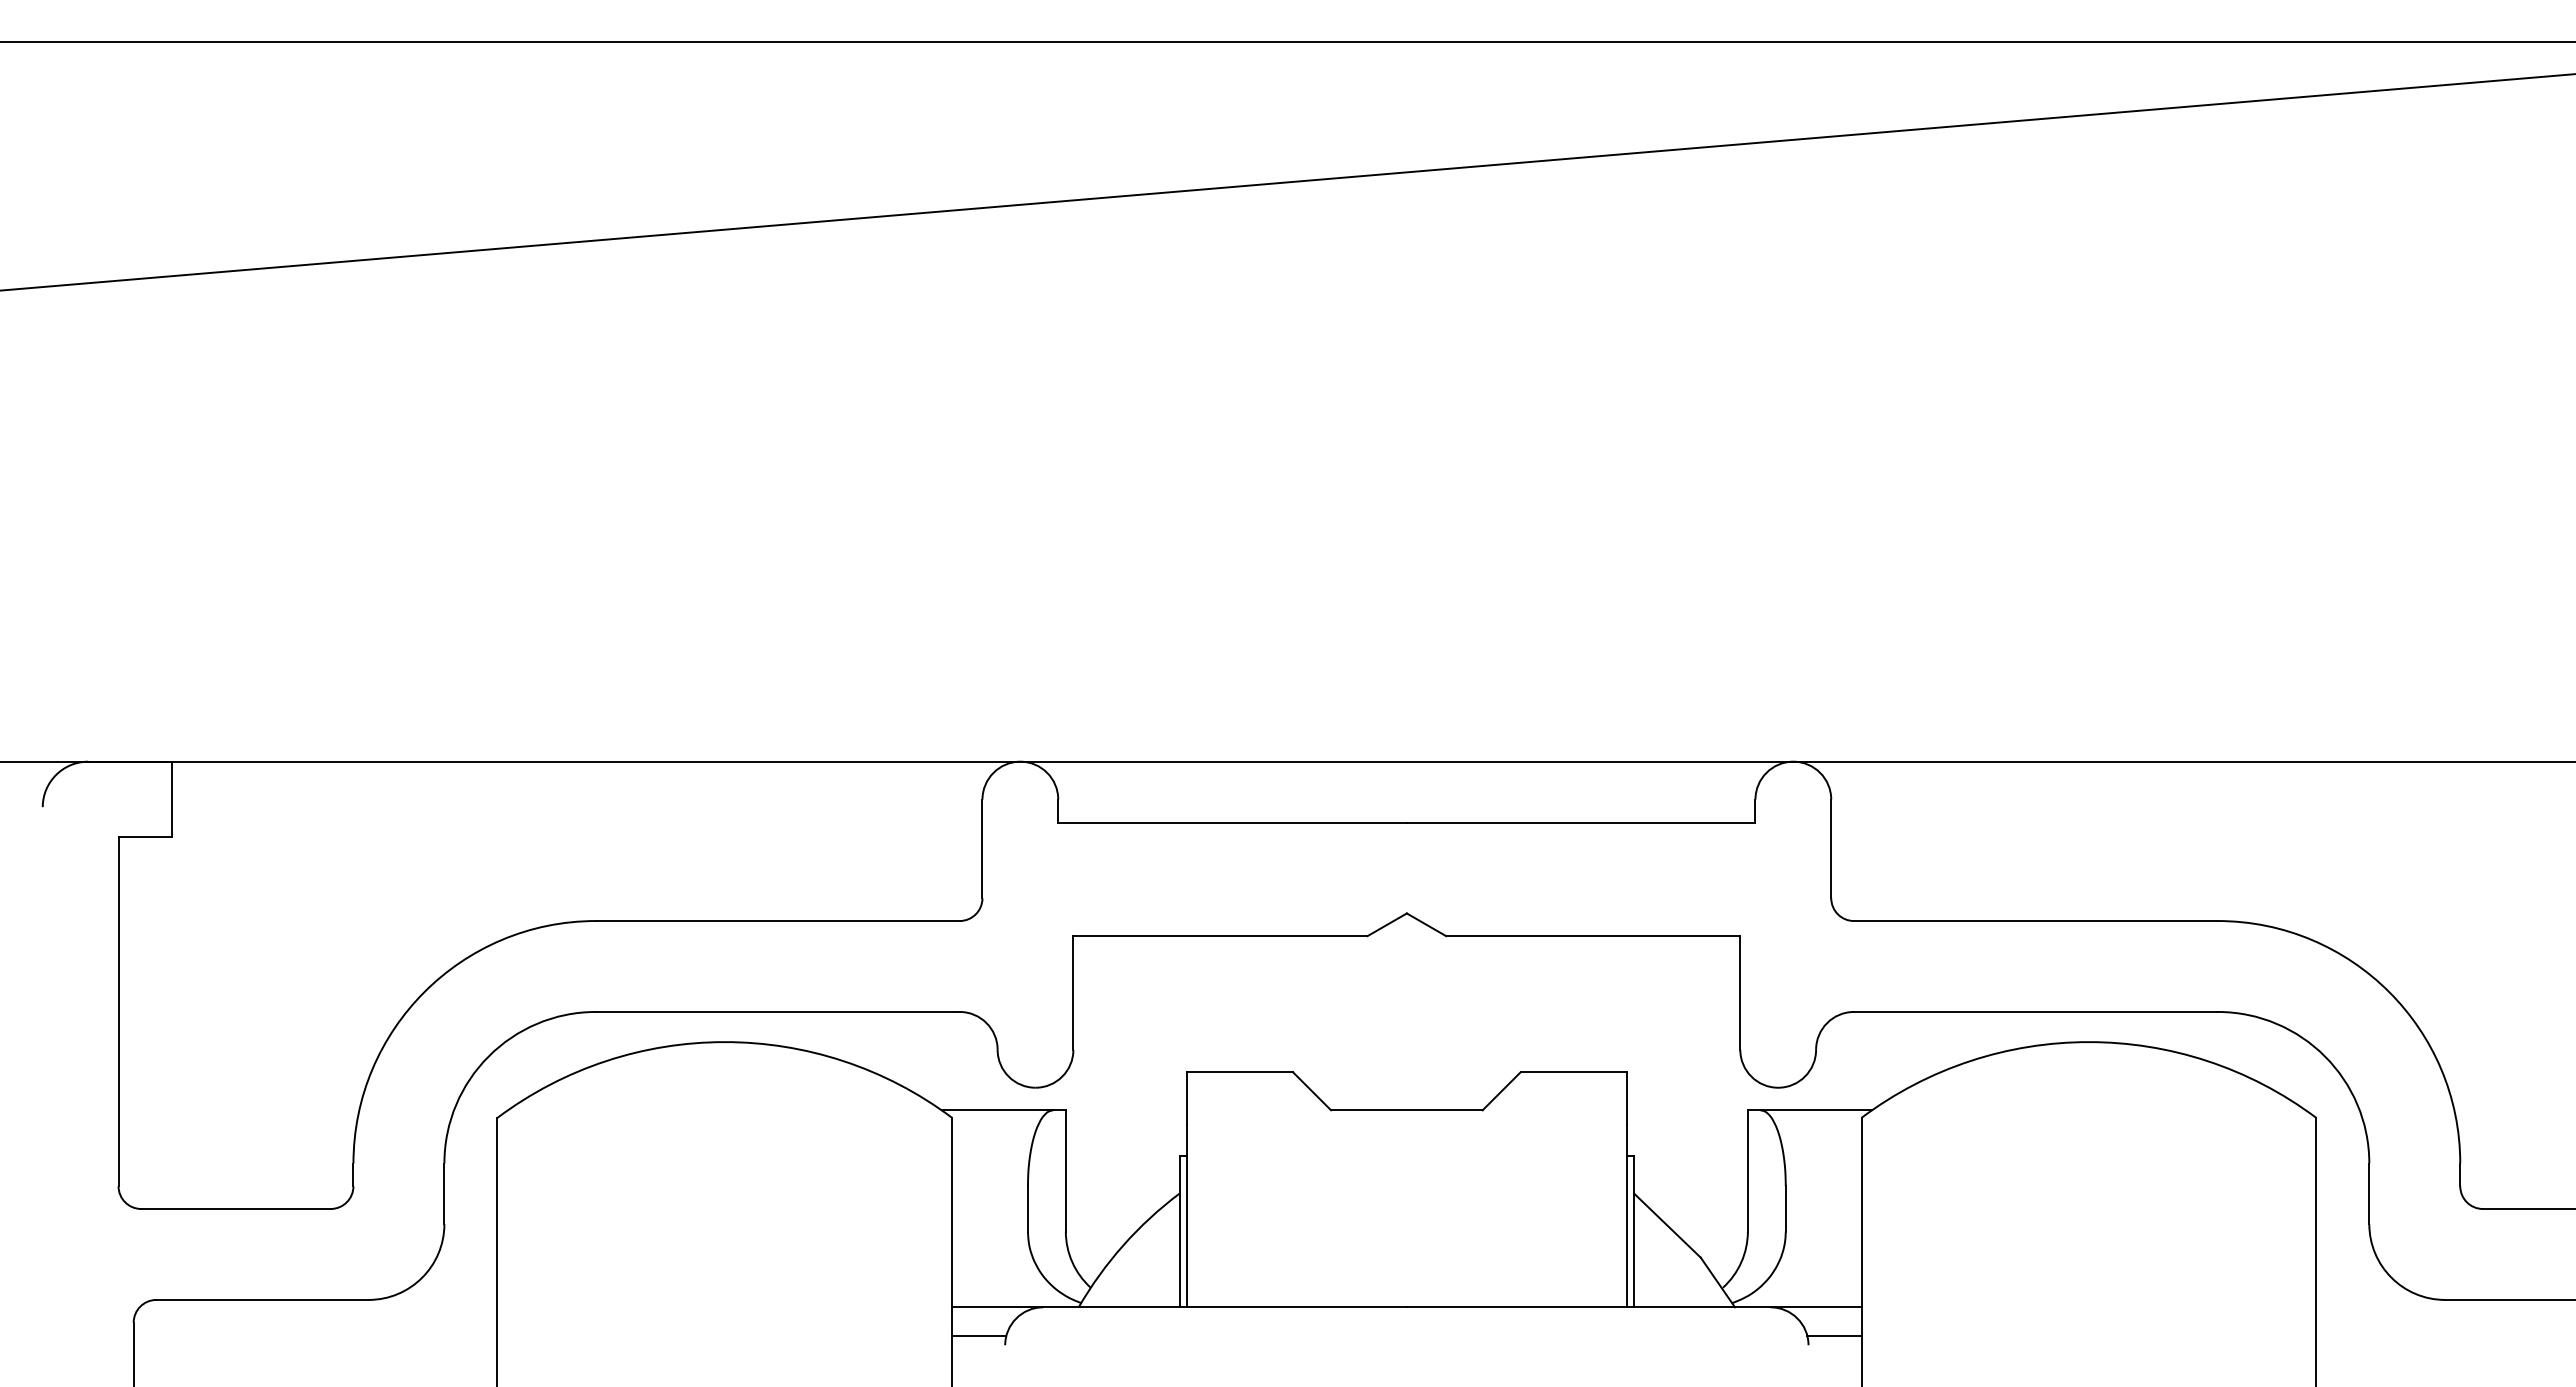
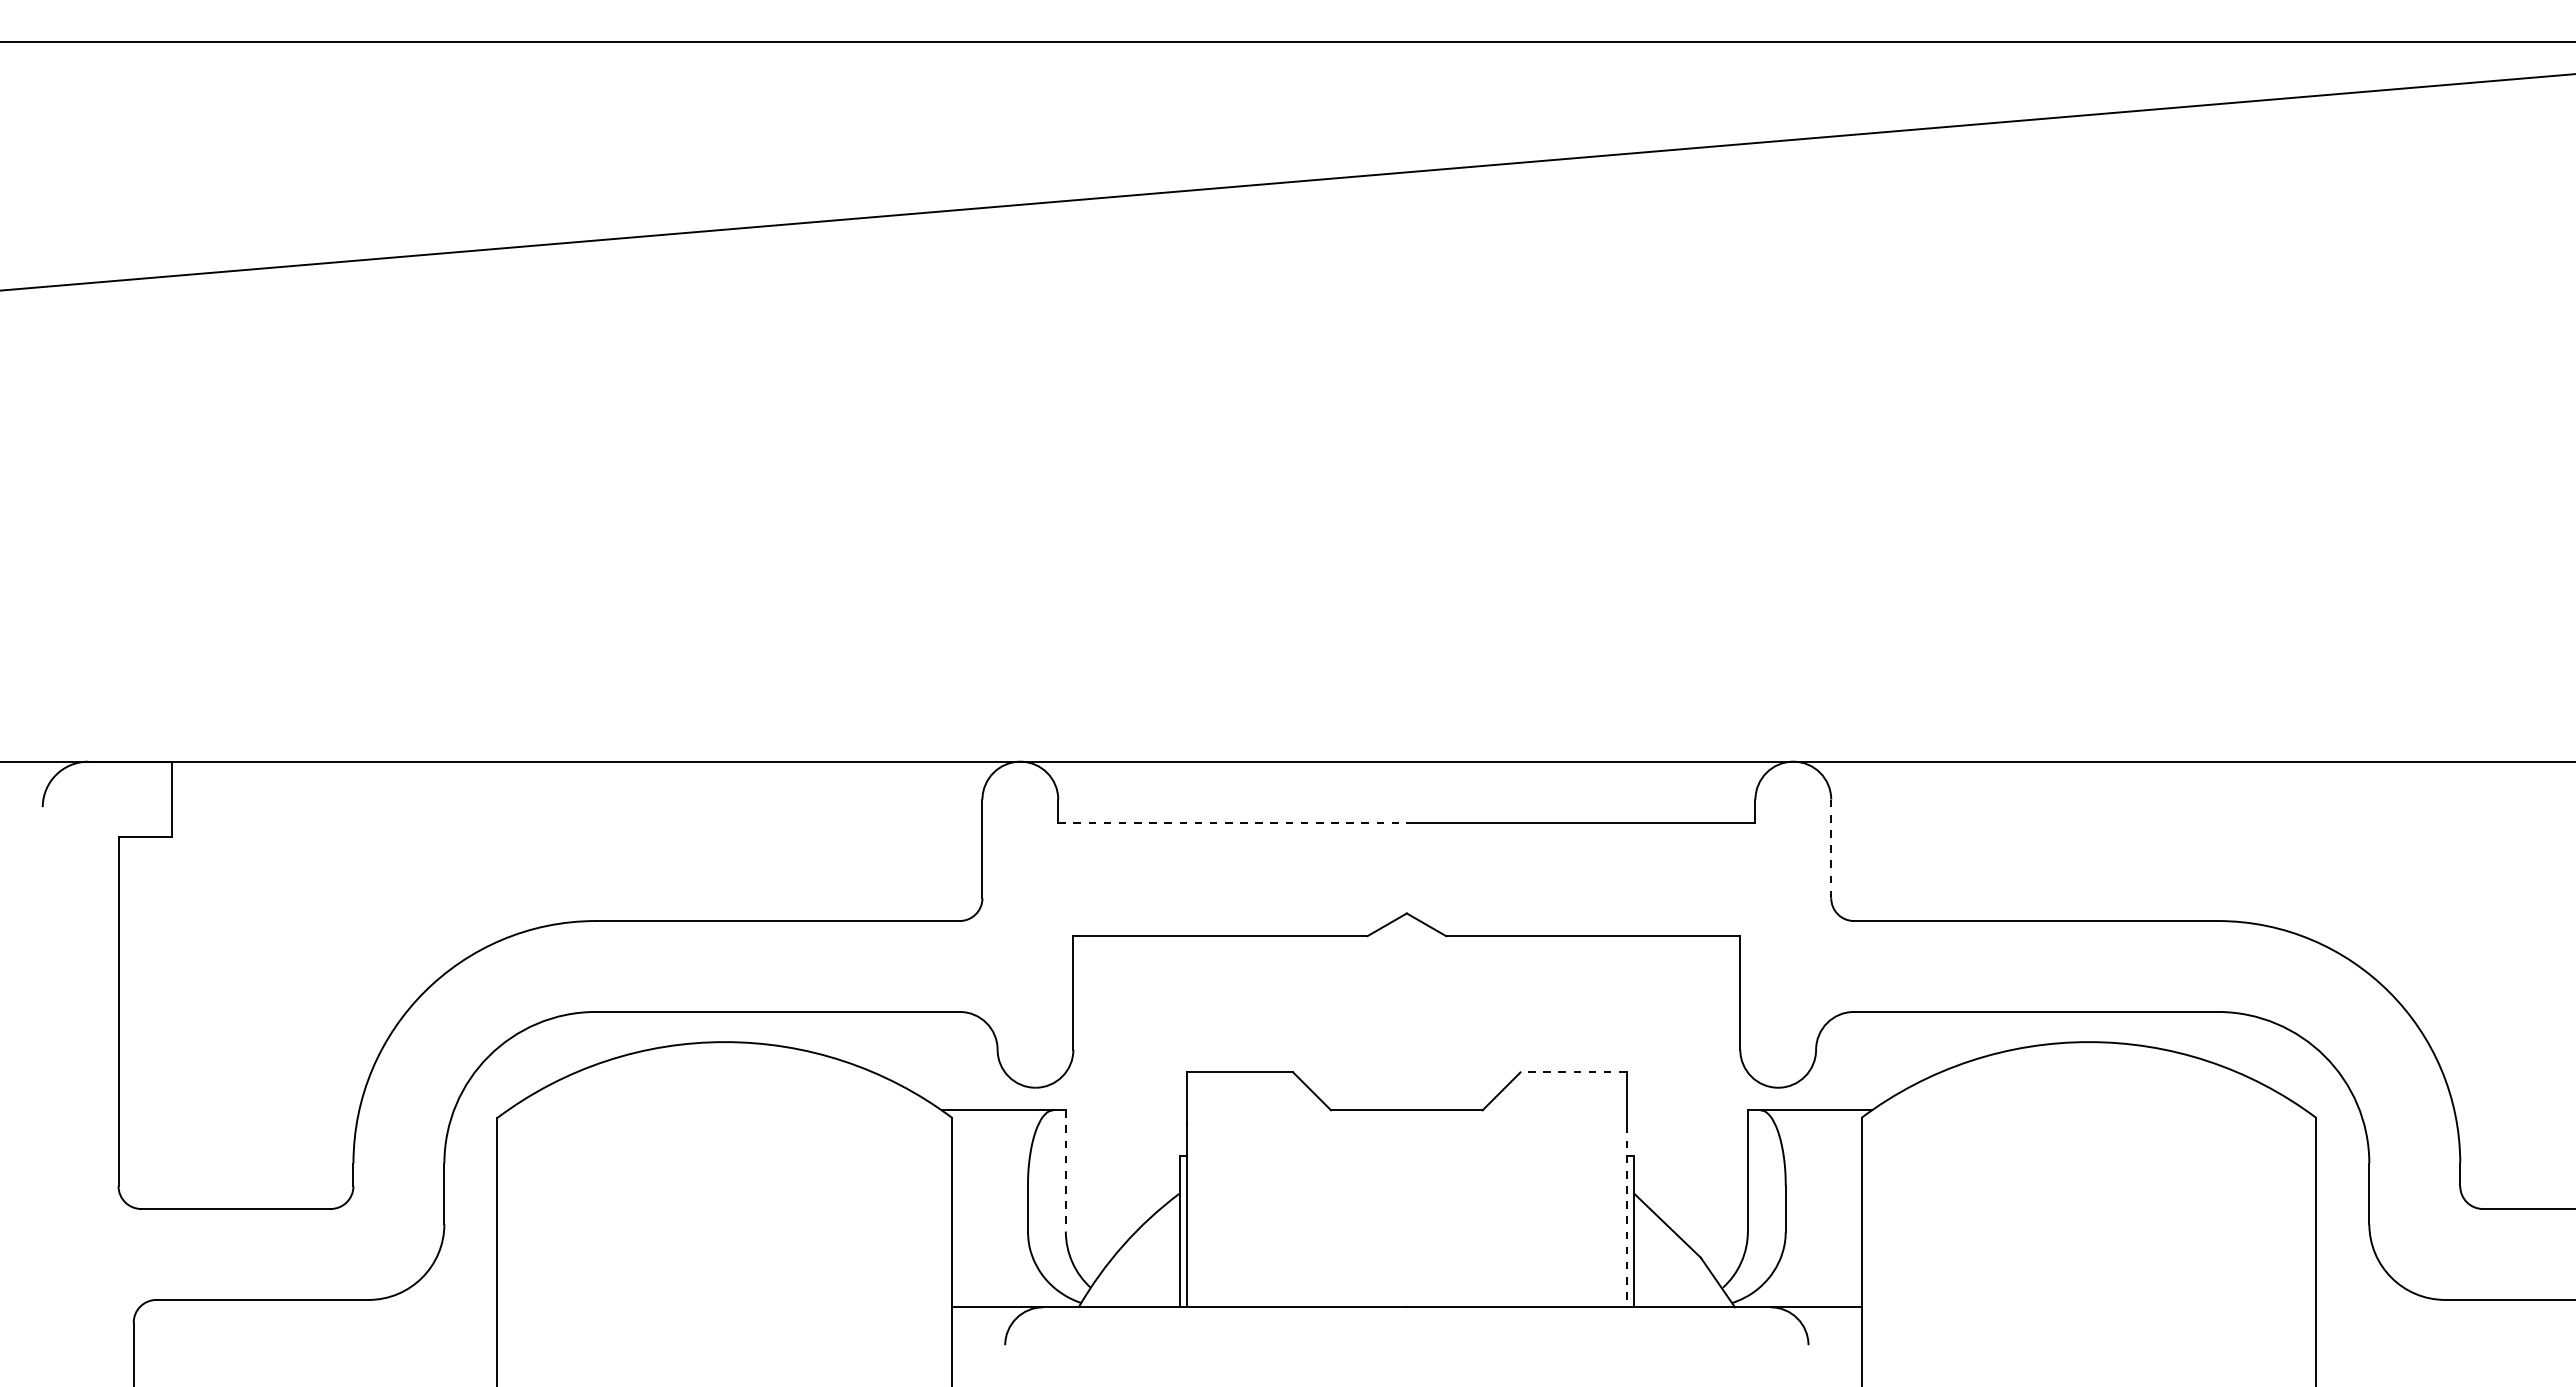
line at (1233, 822): solid -> dashed
line at (1831, 848): solid -> dashed
line at (1573, 1072): solid -> dashed
line at (1065, 1170): solid -> dashed
line at (1626, 1216): solid -> dashed
line at (979, 1335): present -> none
line at (1834, 1335): present -> none
